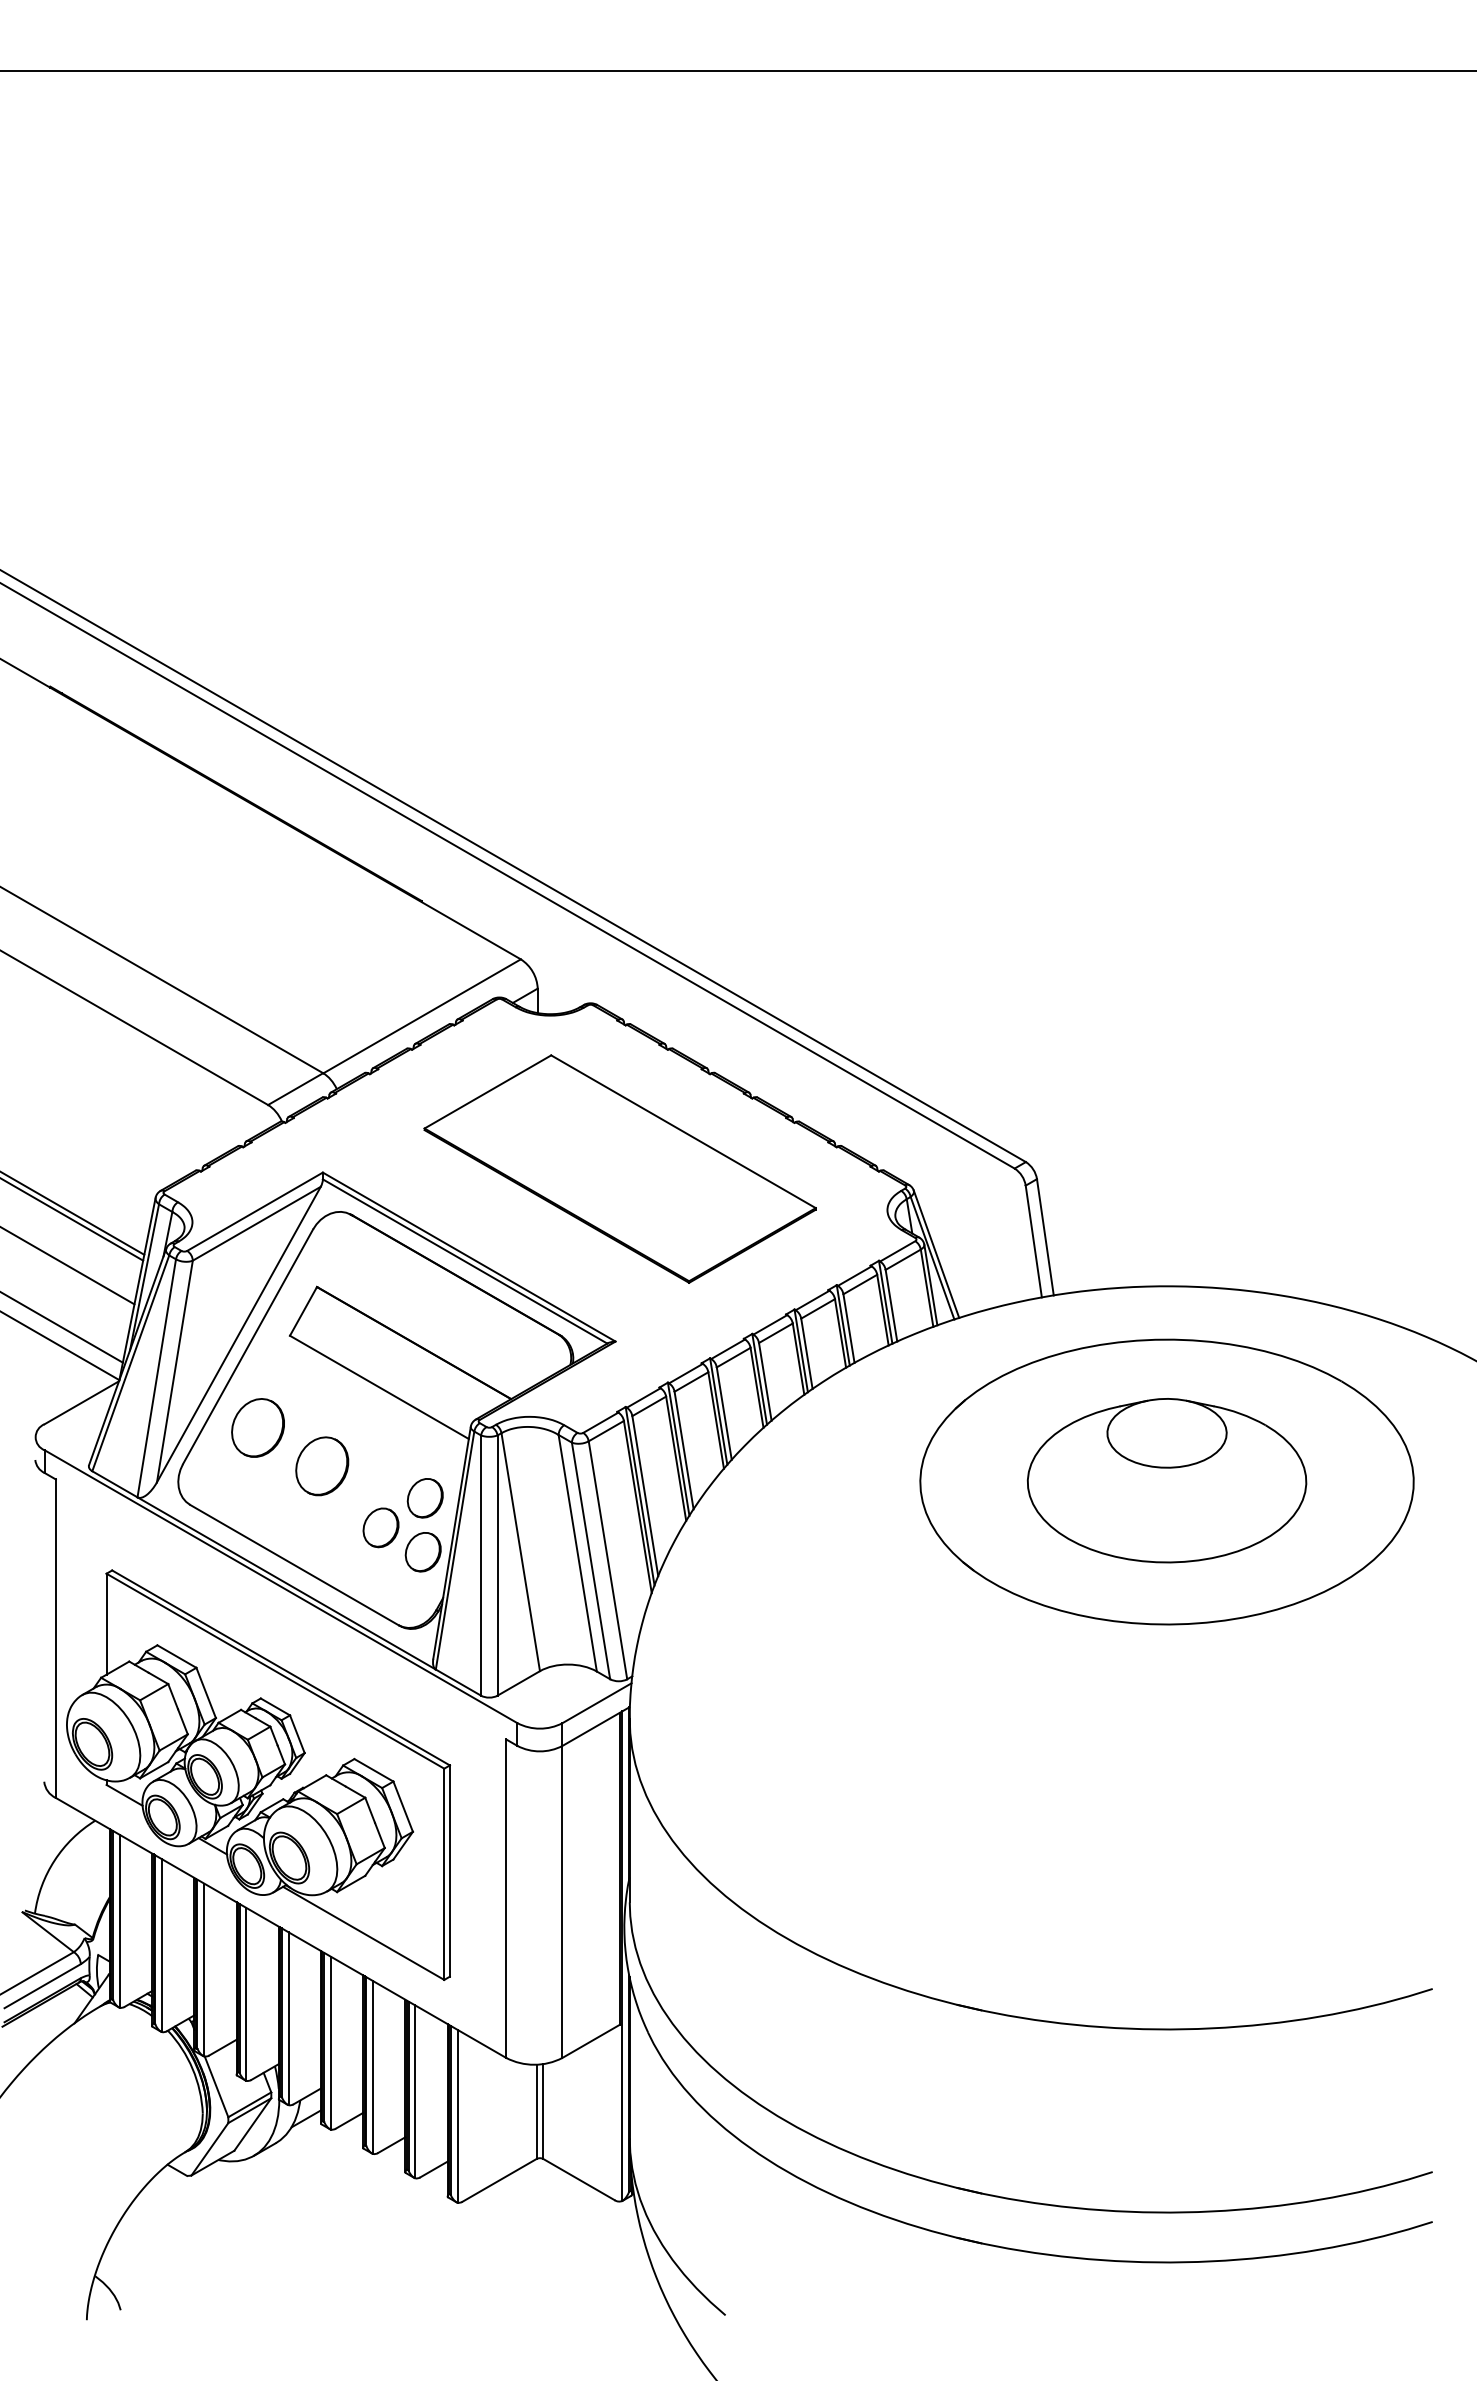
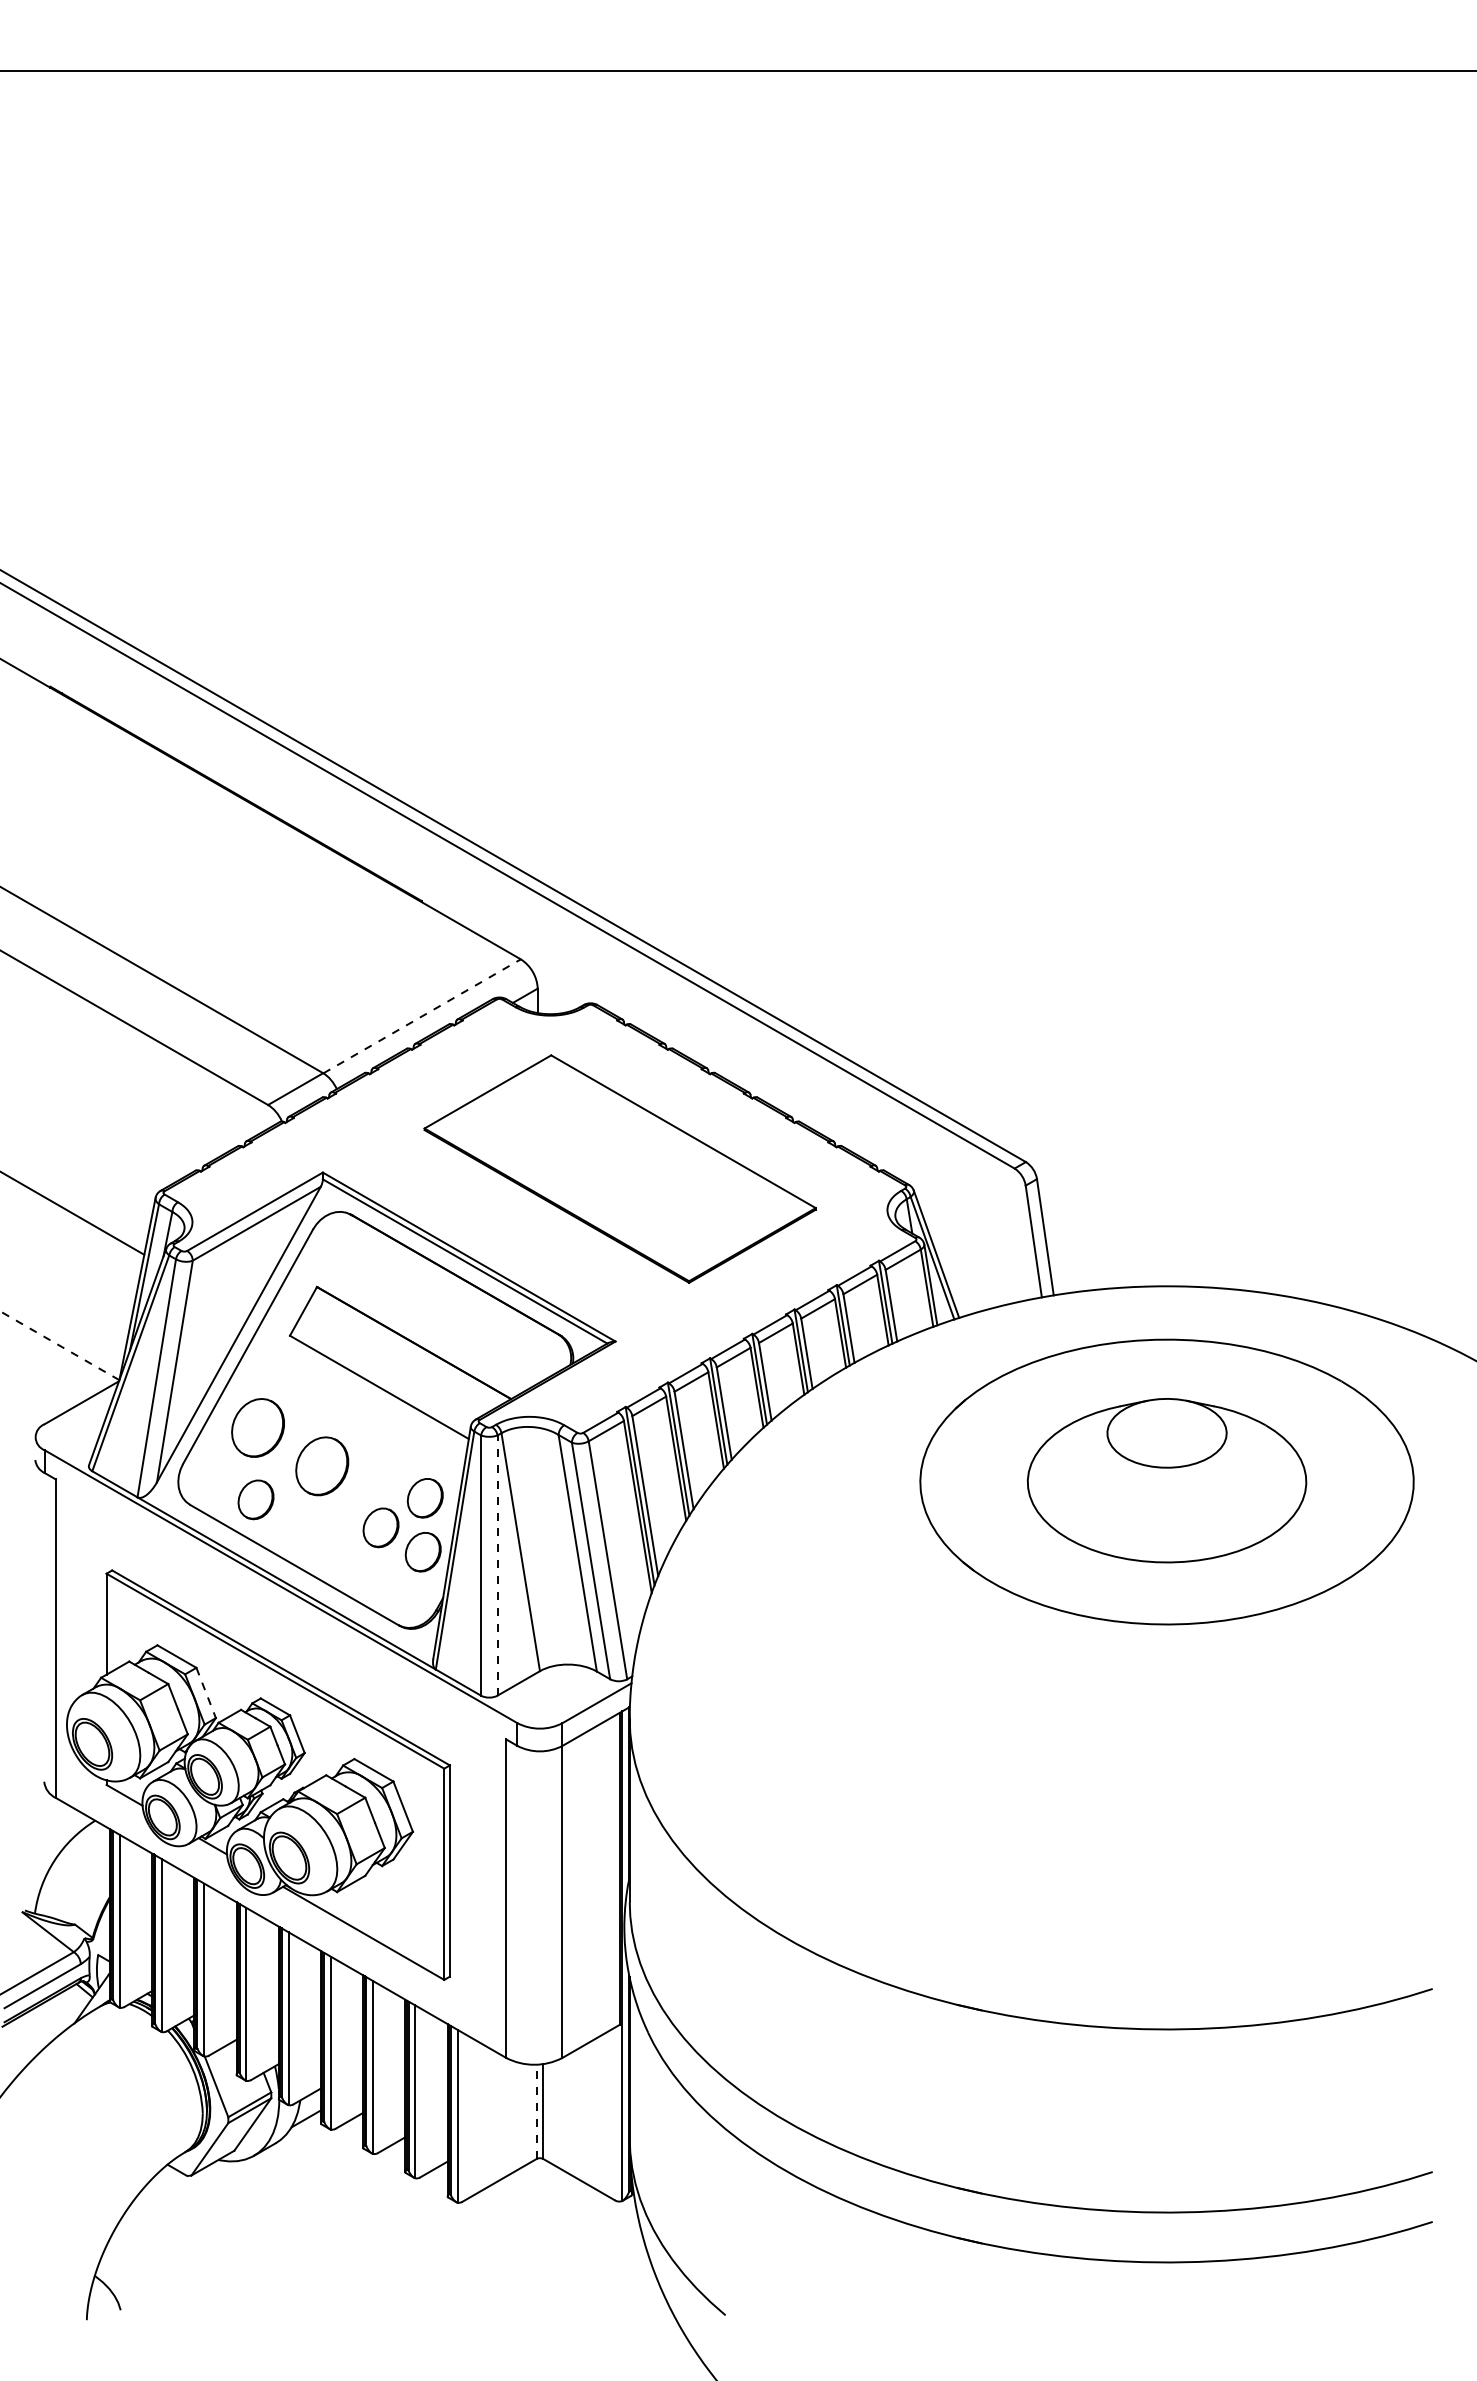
line at (422, 1016): solid -> dashed
line at (72, 1219): present -> none
line at (68, 1266): present -> none
line at (62, 1327): present -> none
line at (59, 1345): solid -> dashed
part at (255, 1499): none -> present
line at (497, 1565): solid -> dashed
line at (206, 1692): solid -> dashed
line at (536, 2111): solid -> dashed
